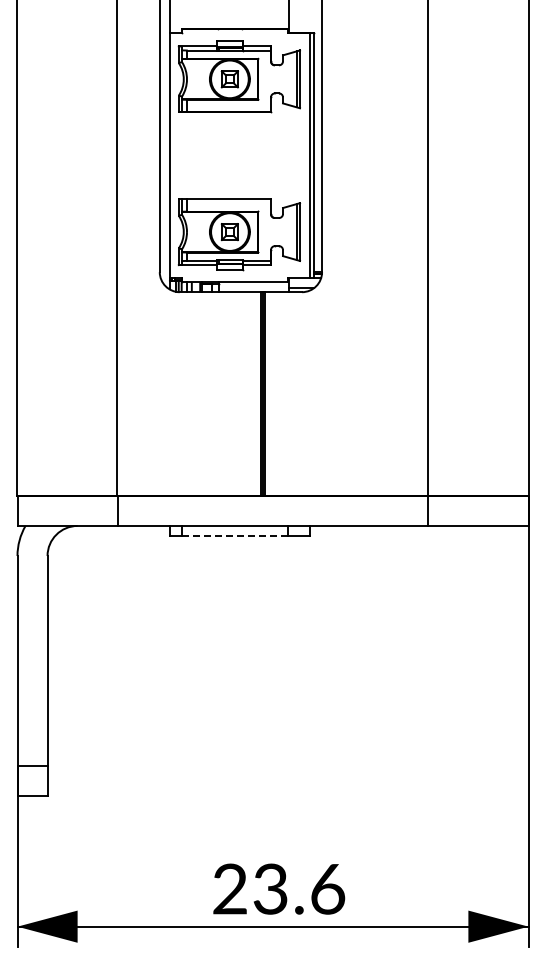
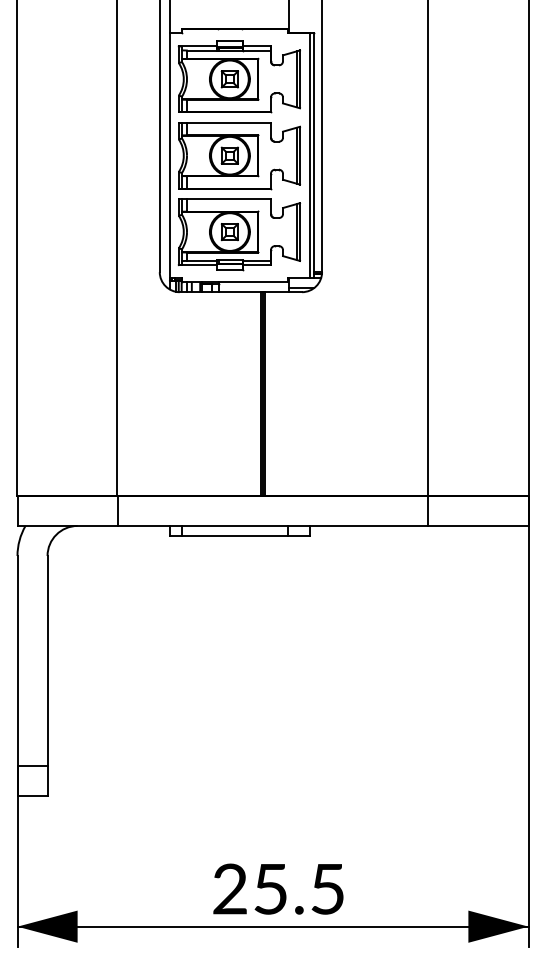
part at (239, 156): none -> present
line at (234, 535): dashed -> solid
text at (299, 888): 23.6 -> 25.5
